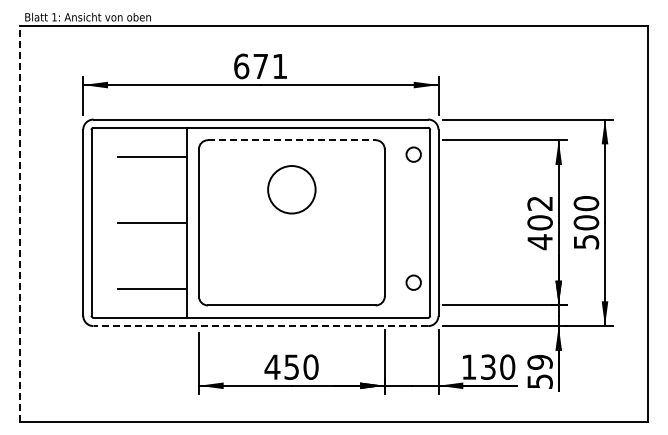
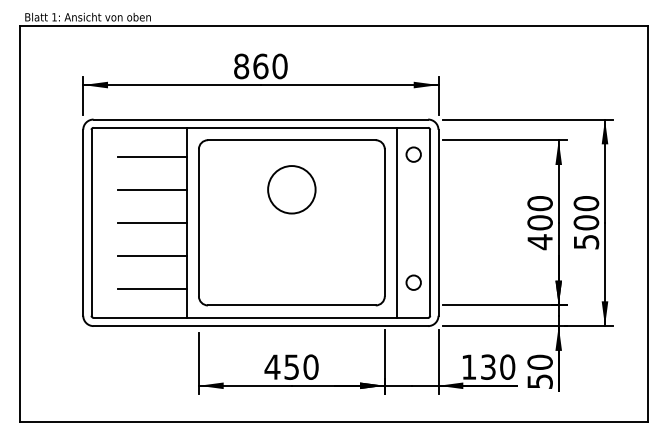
text at (260, 66): 671 -> 860
line at (291, 140): dashed -> solid
line at (152, 189): none -> present
text at (539, 203): 402 -> 400
line at (397, 222): none -> present
line at (20, 223): dashed -> solid
line at (152, 255): none -> present
line at (260, 326): dashed -> solid
text at (539, 361): 59 -> 50
